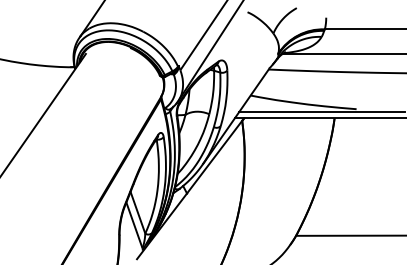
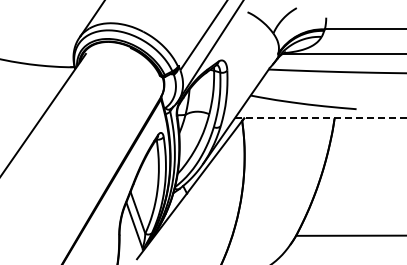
line at (321, 112): present -> none
line at (320, 118): solid -> dashed
